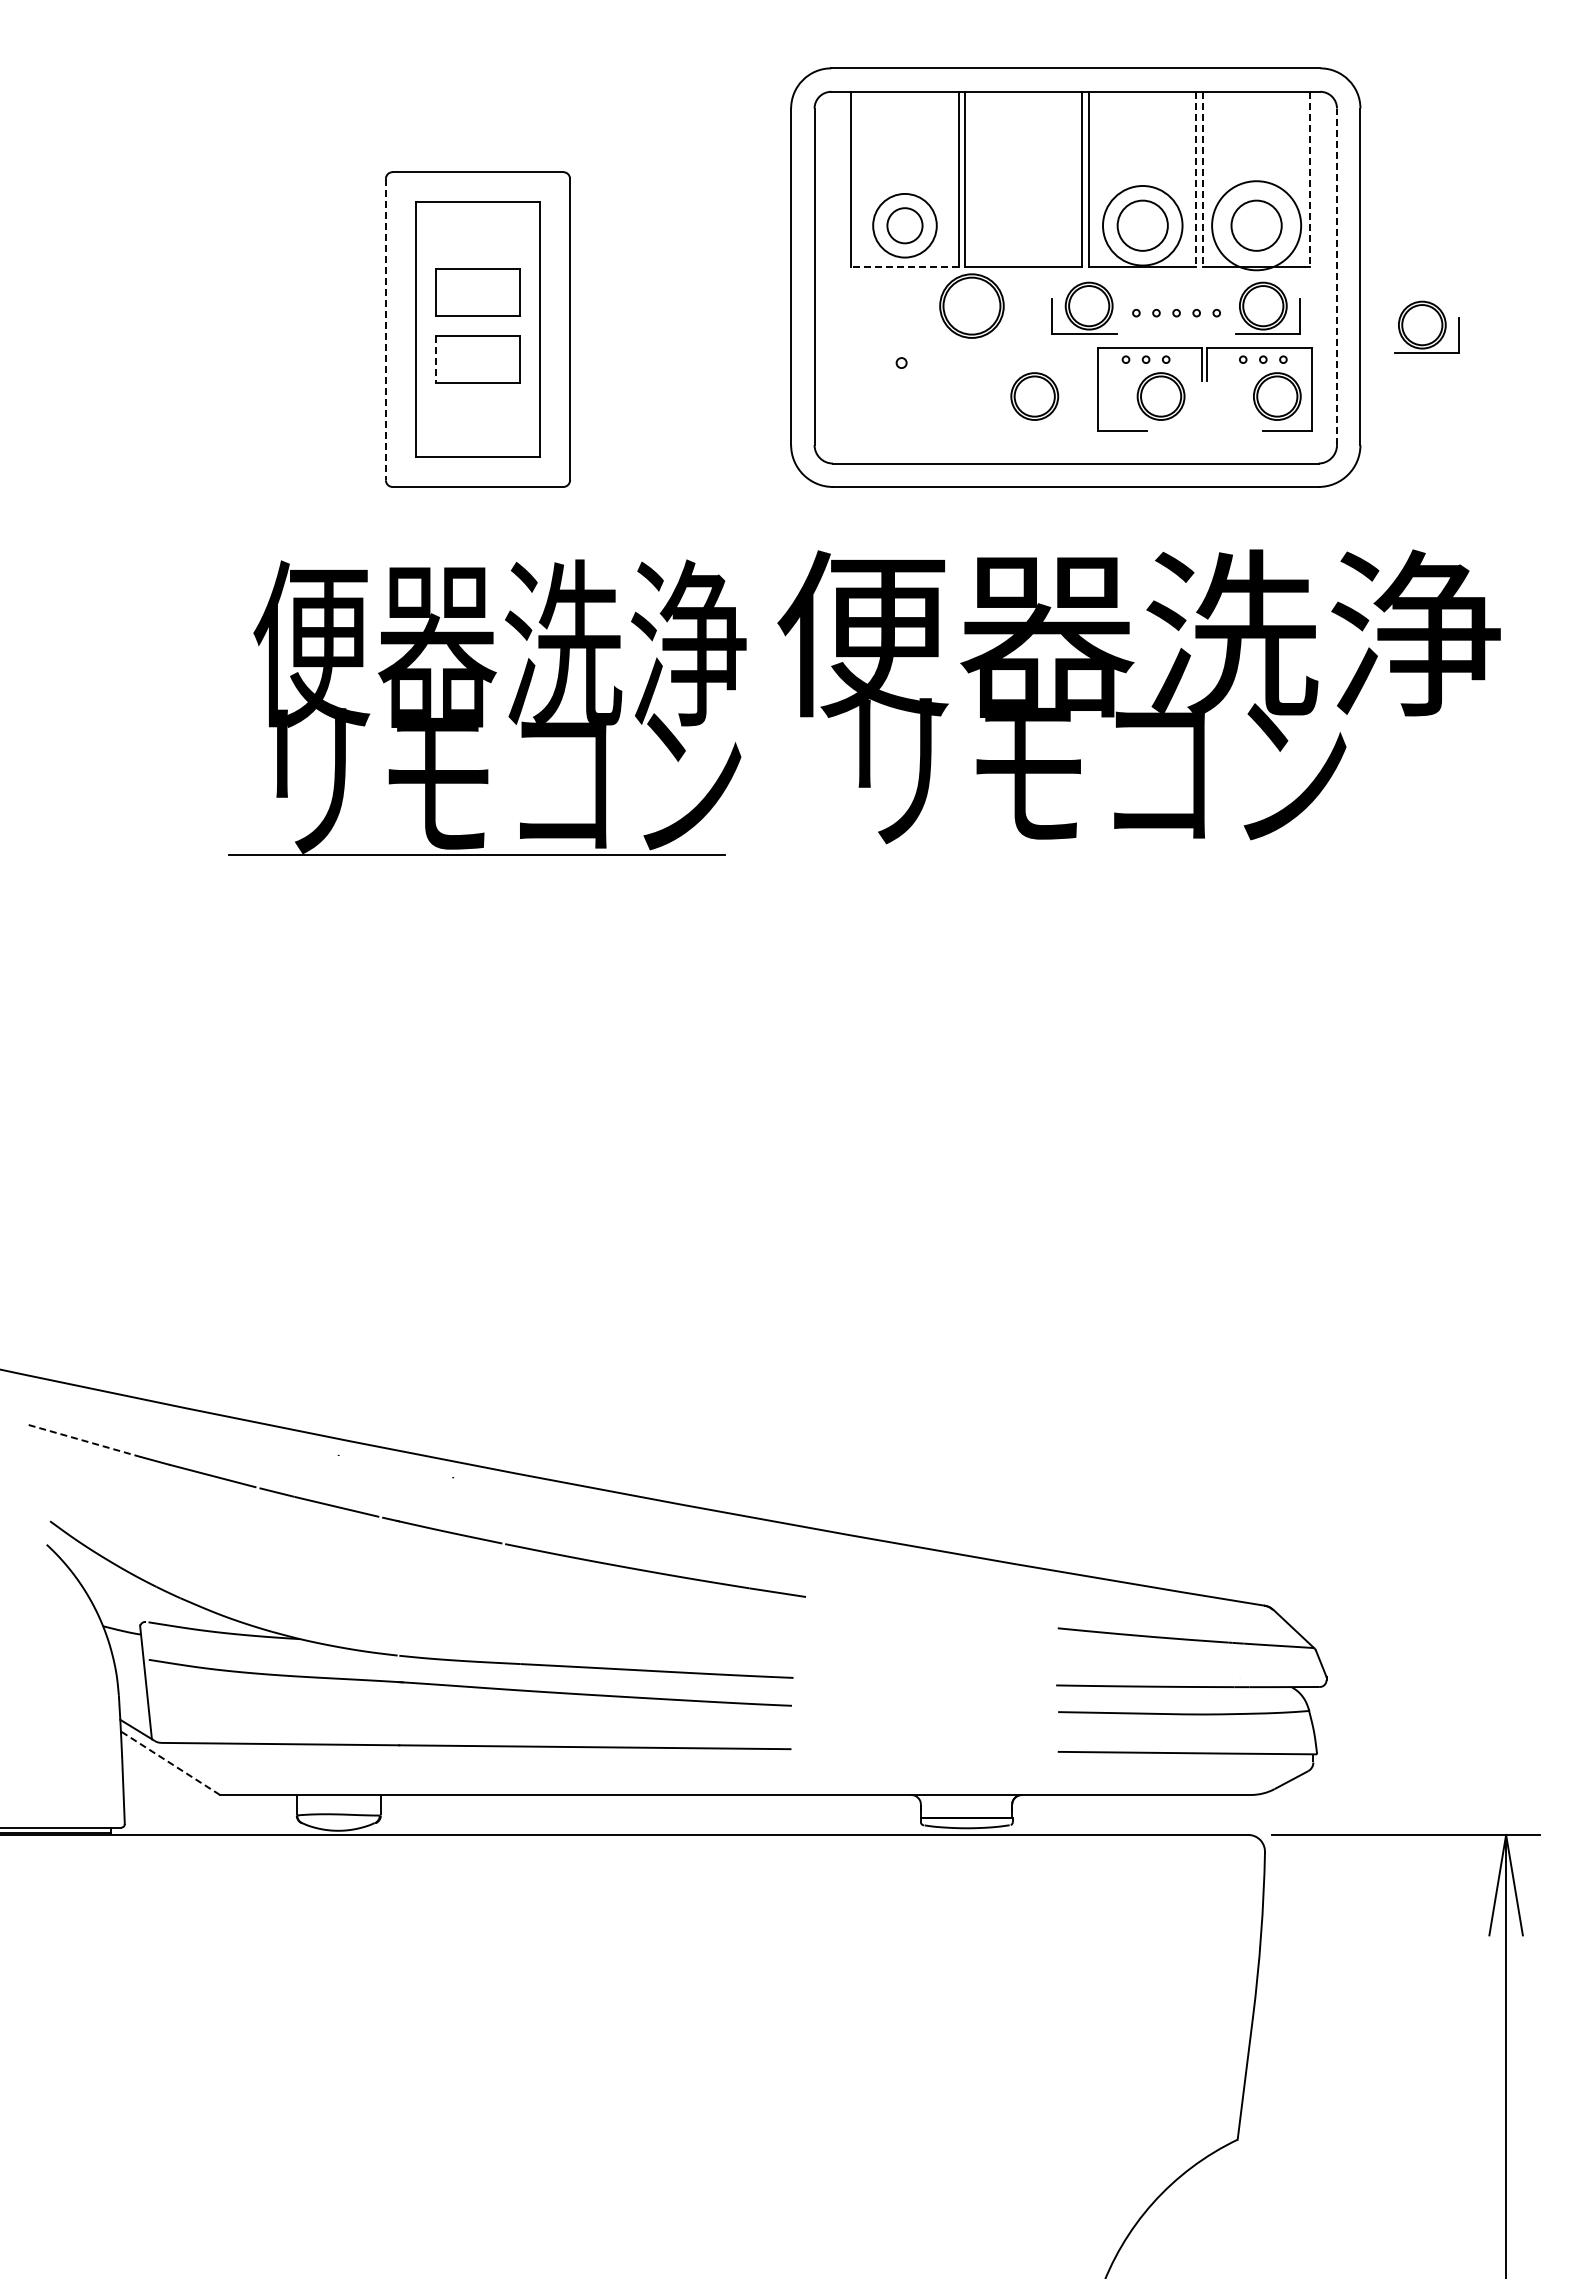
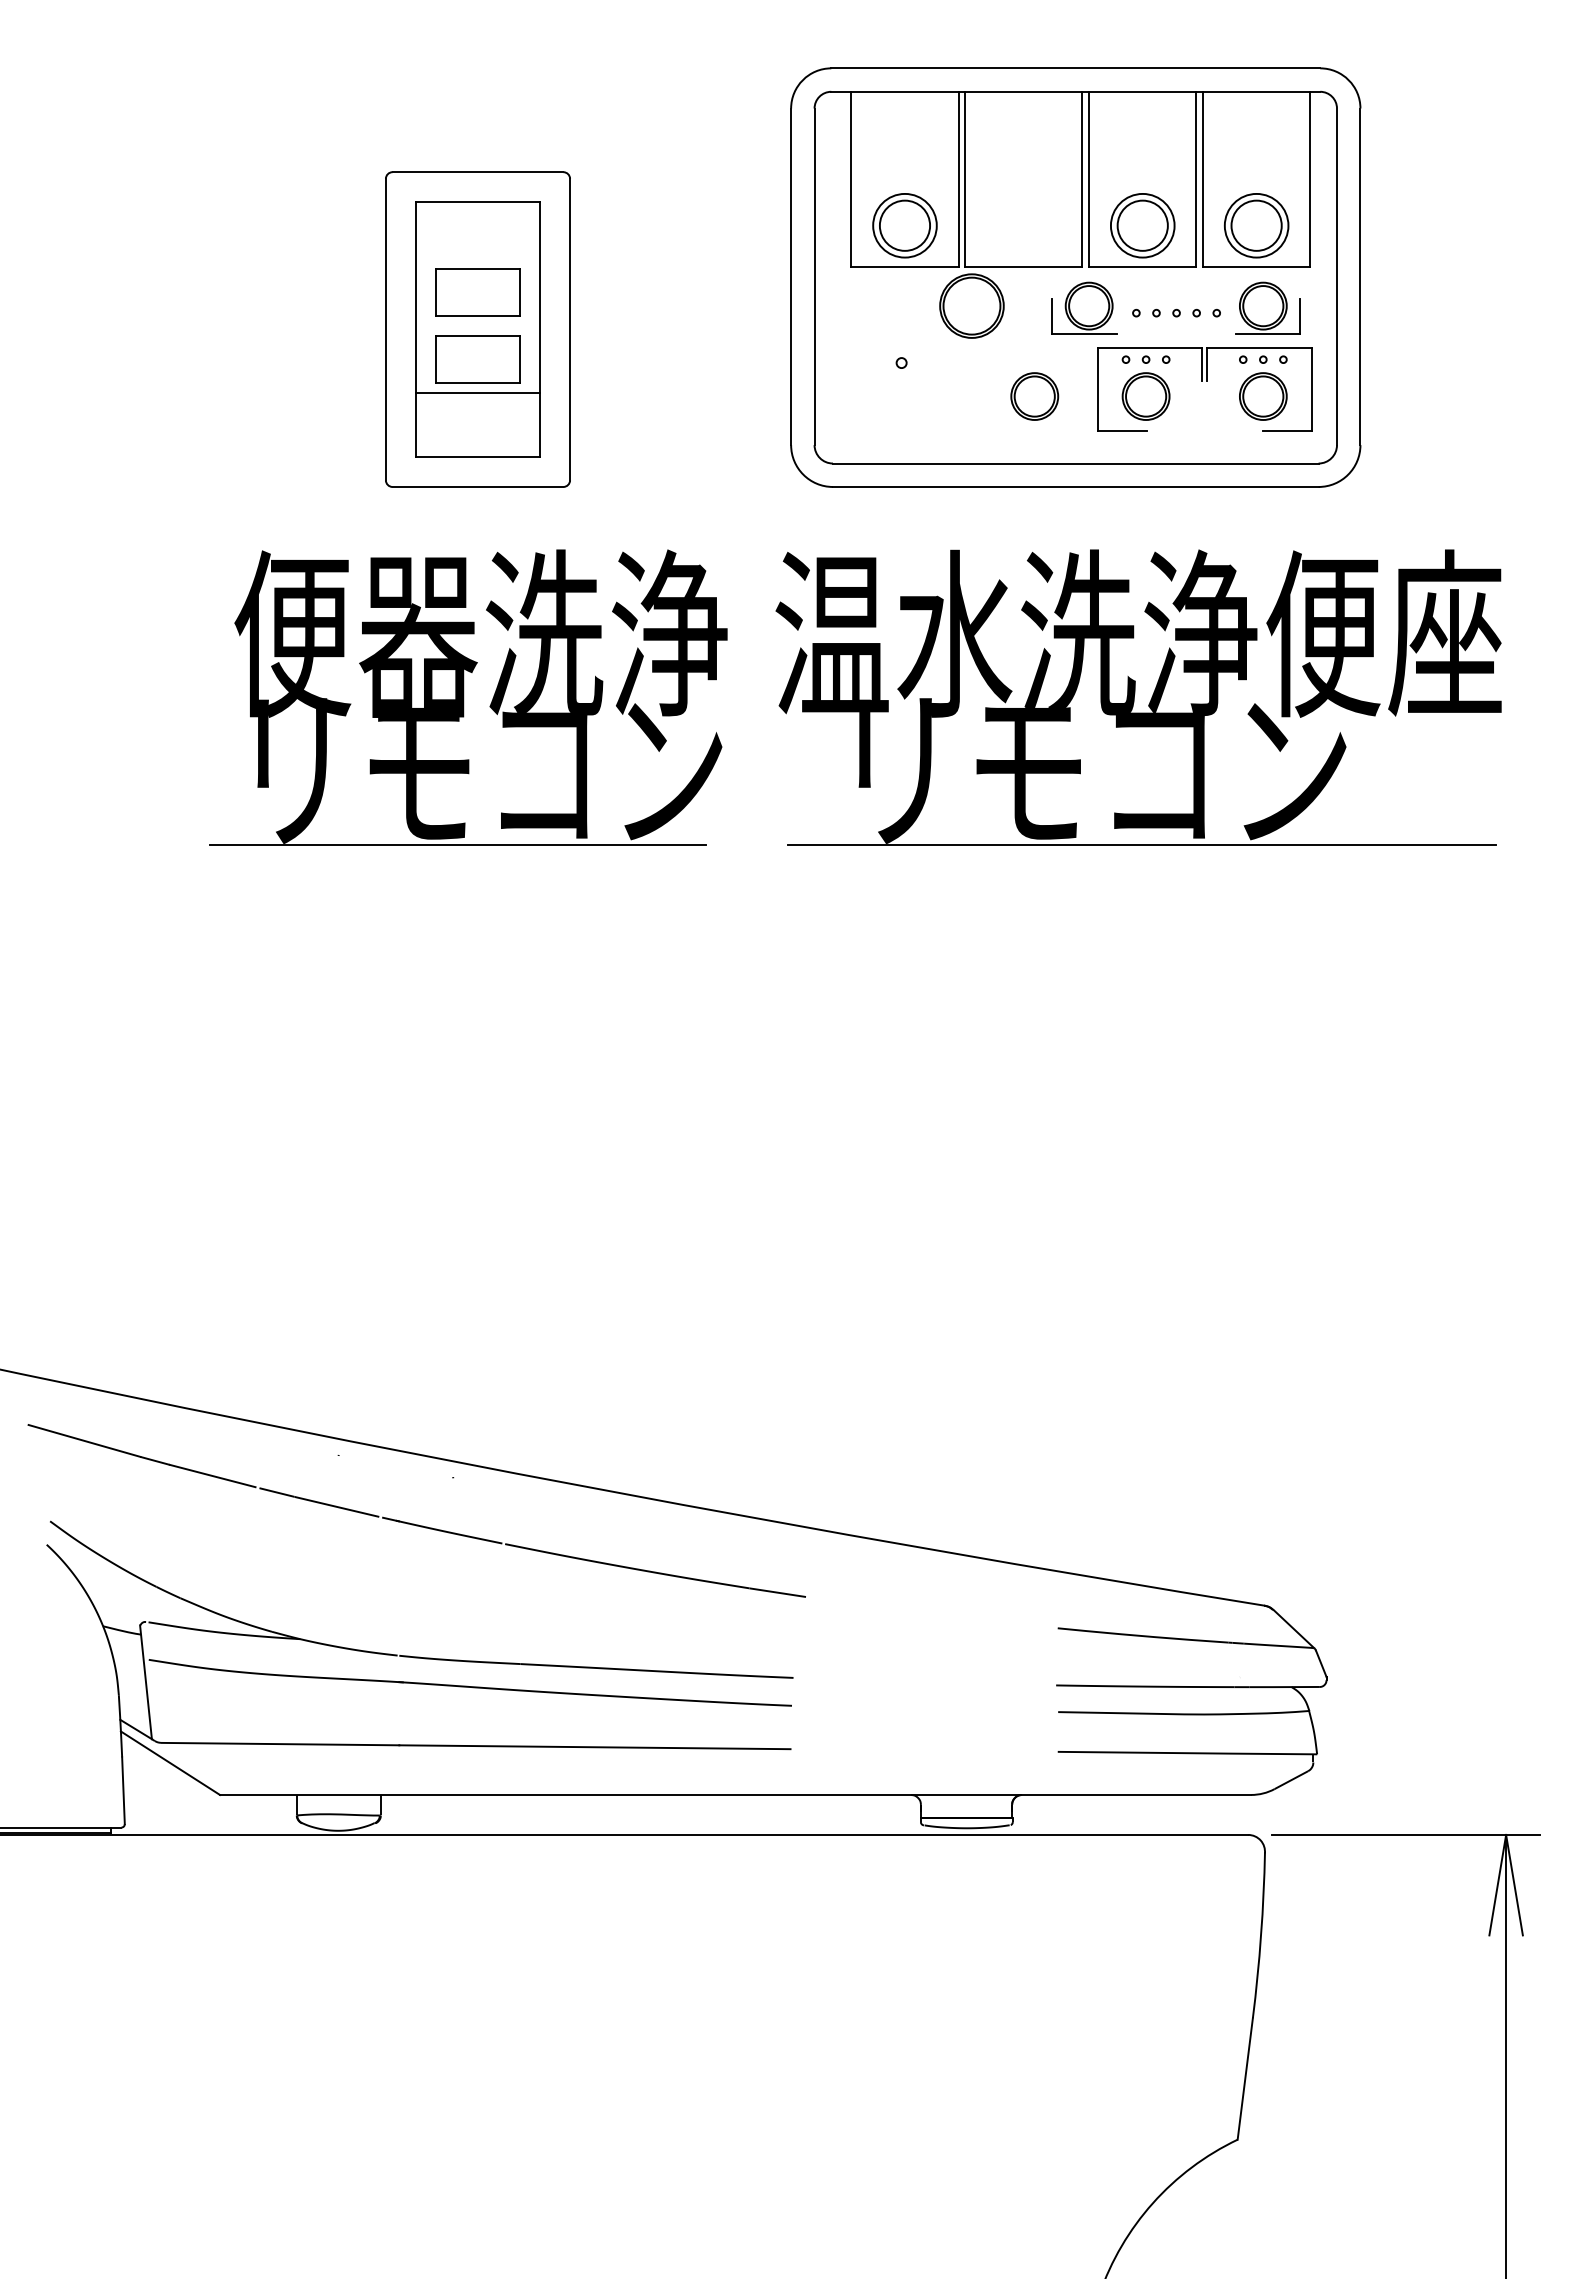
line at (1196, 179): dashed -> solid
line at (1203, 179): dashed -> solid
line at (1310, 179): dashed -> solid
circle at (904, 225) diameter: 35 px -> 50 px
circle at (1142, 225) diameter: 80 px -> 64 px
circle at (1256, 225) diameter: 89 px -> 64 px
line at (904, 267): dashed -> solid
line at (1337, 276): dashed -> solid
part at (1426, 326): present -> none
line at (385, 329): dashed -> solid
line at (436, 360): dashed -> solid
line at (477, 393): none -> present
part at (1160, 396) position: (1160, 396) -> (1145, 396)
part at (1277, 396) position: (1277, 396) -> (1263, 396)
text at (1138, 633): 便器洗浄 -> 温水洗浄便座
part at (487, 707) position: (487, 707) -> (468, 697)
line at (1141, 845): none -> present
line at (83, 1440): dashed -> solid
line at (170, 1763): dashed -> solid
